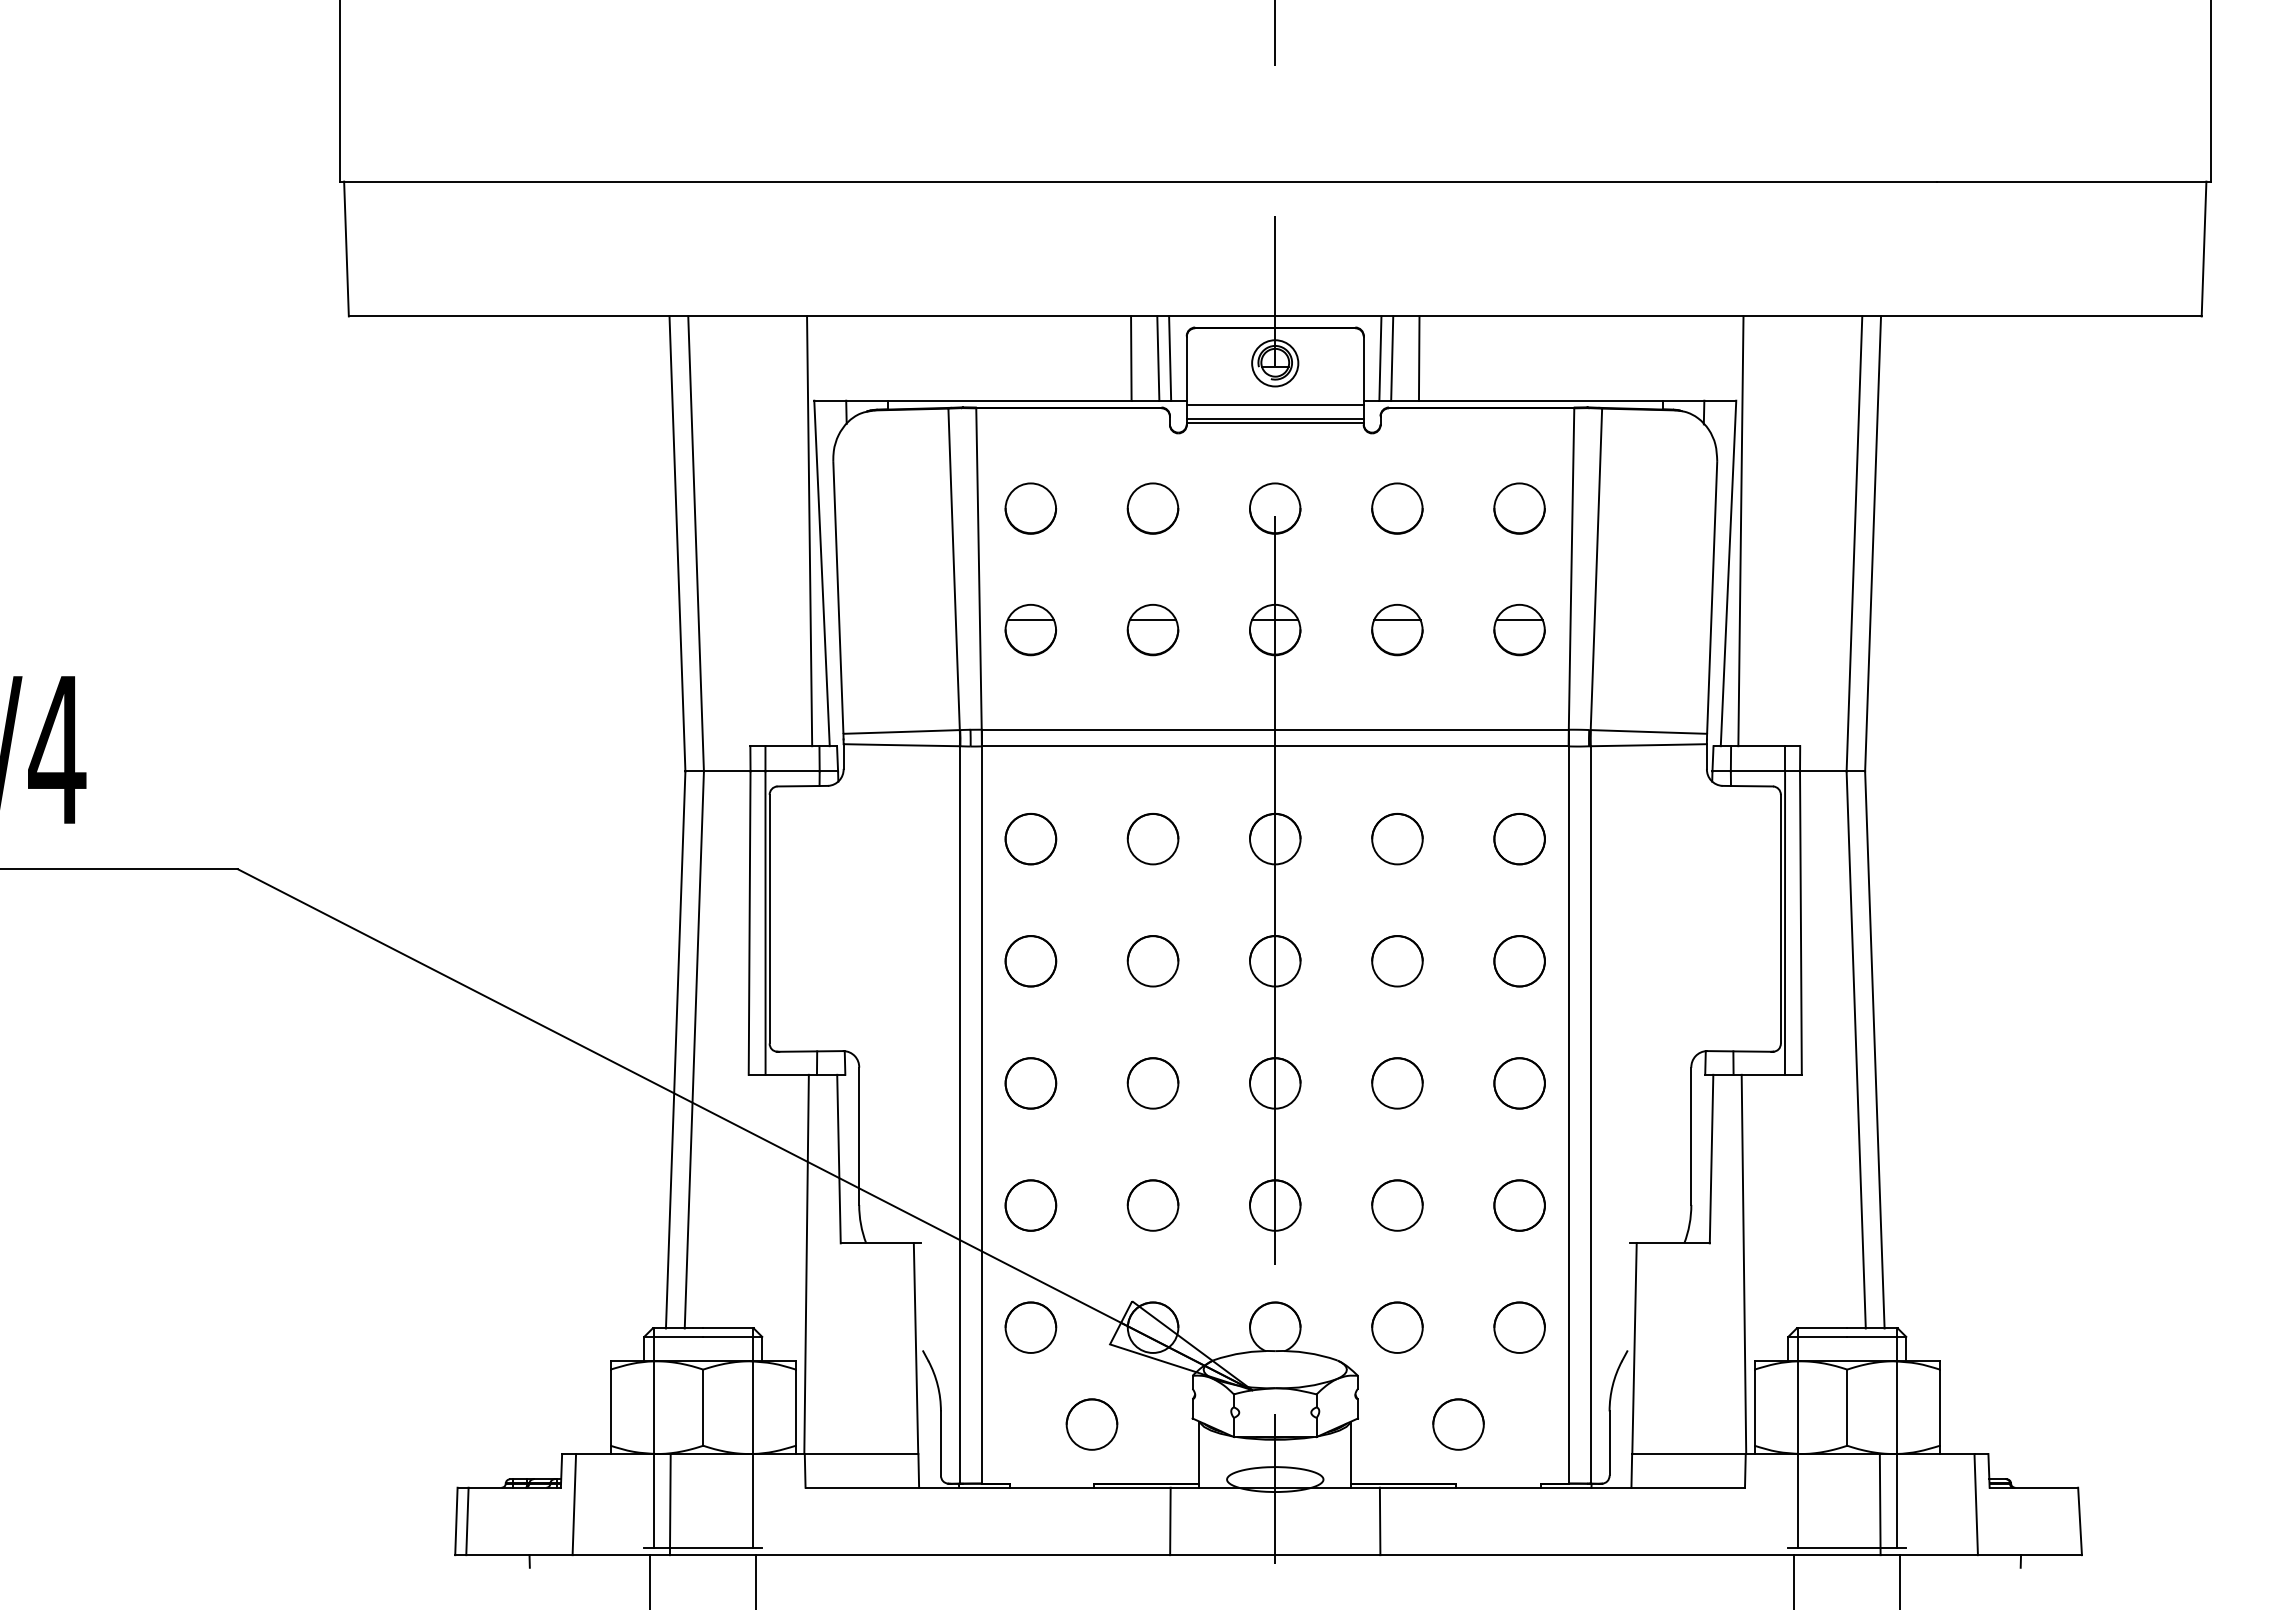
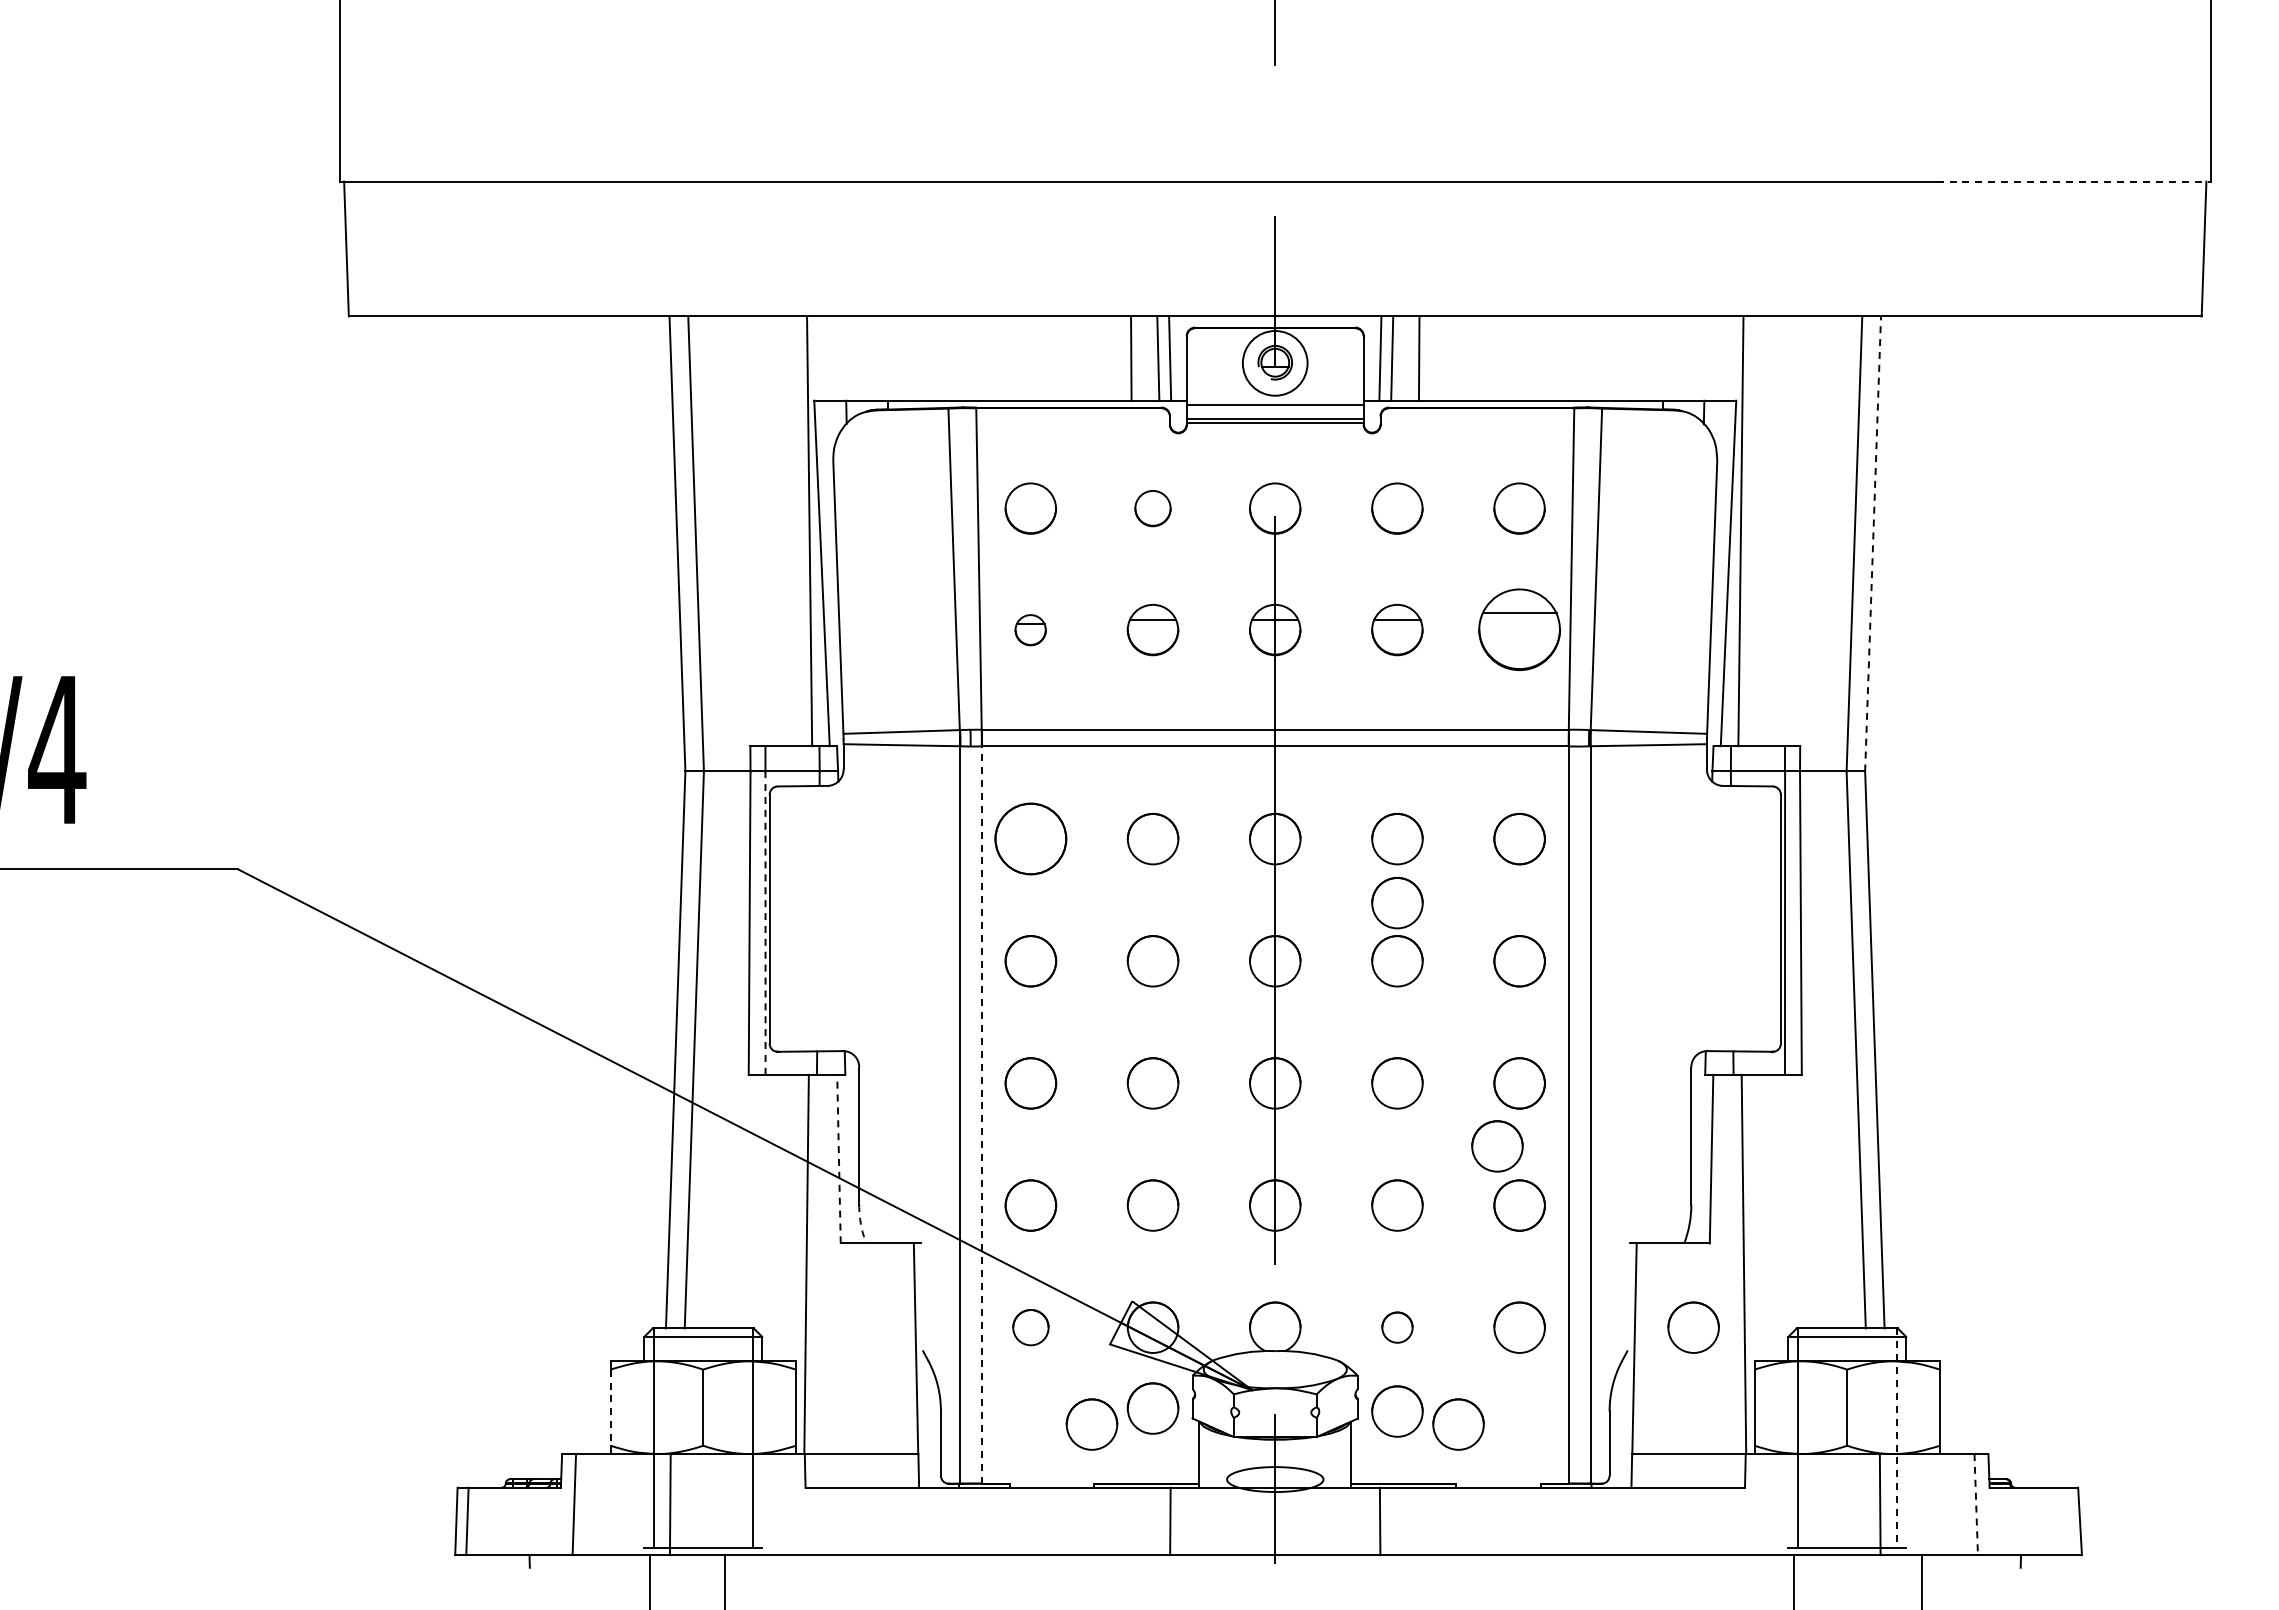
line at (2073, 181): solid -> dashed
circle at (1275, 363) diameter: 46 px -> 65 px
part at (1152, 508) size: 54x53 px -> 38x38 px
line at (1873, 543): solid -> dashed
part at (1030, 630) size: 53x53 px -> 33x33 px
part at (1519, 630) size: 53x53 px -> 84x83 px
part at (1030, 839) size: 54x53 px -> 74x74 px
circle at (1397, 903): none -> present
line at (765, 923): solid -> dashed
line at (981, 1114): solid -> dashed
circle at (1497, 1146): none -> present
line at (838, 1158): solid -> dashed
arc at (860, 1224): solid -> dashed
part at (1030, 1327) size: 54x53 px -> 38x38 px
circle at (1397, 1327) size: 53x53 px -> 33x33 px
circle at (1693, 1327): none -> present
line at (610, 1408): solid -> dashed
part at (1152, 1408): none -> present
circle at (1397, 1411): none -> present
line at (1896, 1438): solid -> dashed
line at (1976, 1504): solid -> dashed
line at (756, 1580) position: (756, 1580) -> (725, 1580)
line at (1900, 1580) position: (1900, 1580) -> (1922, 1580)
